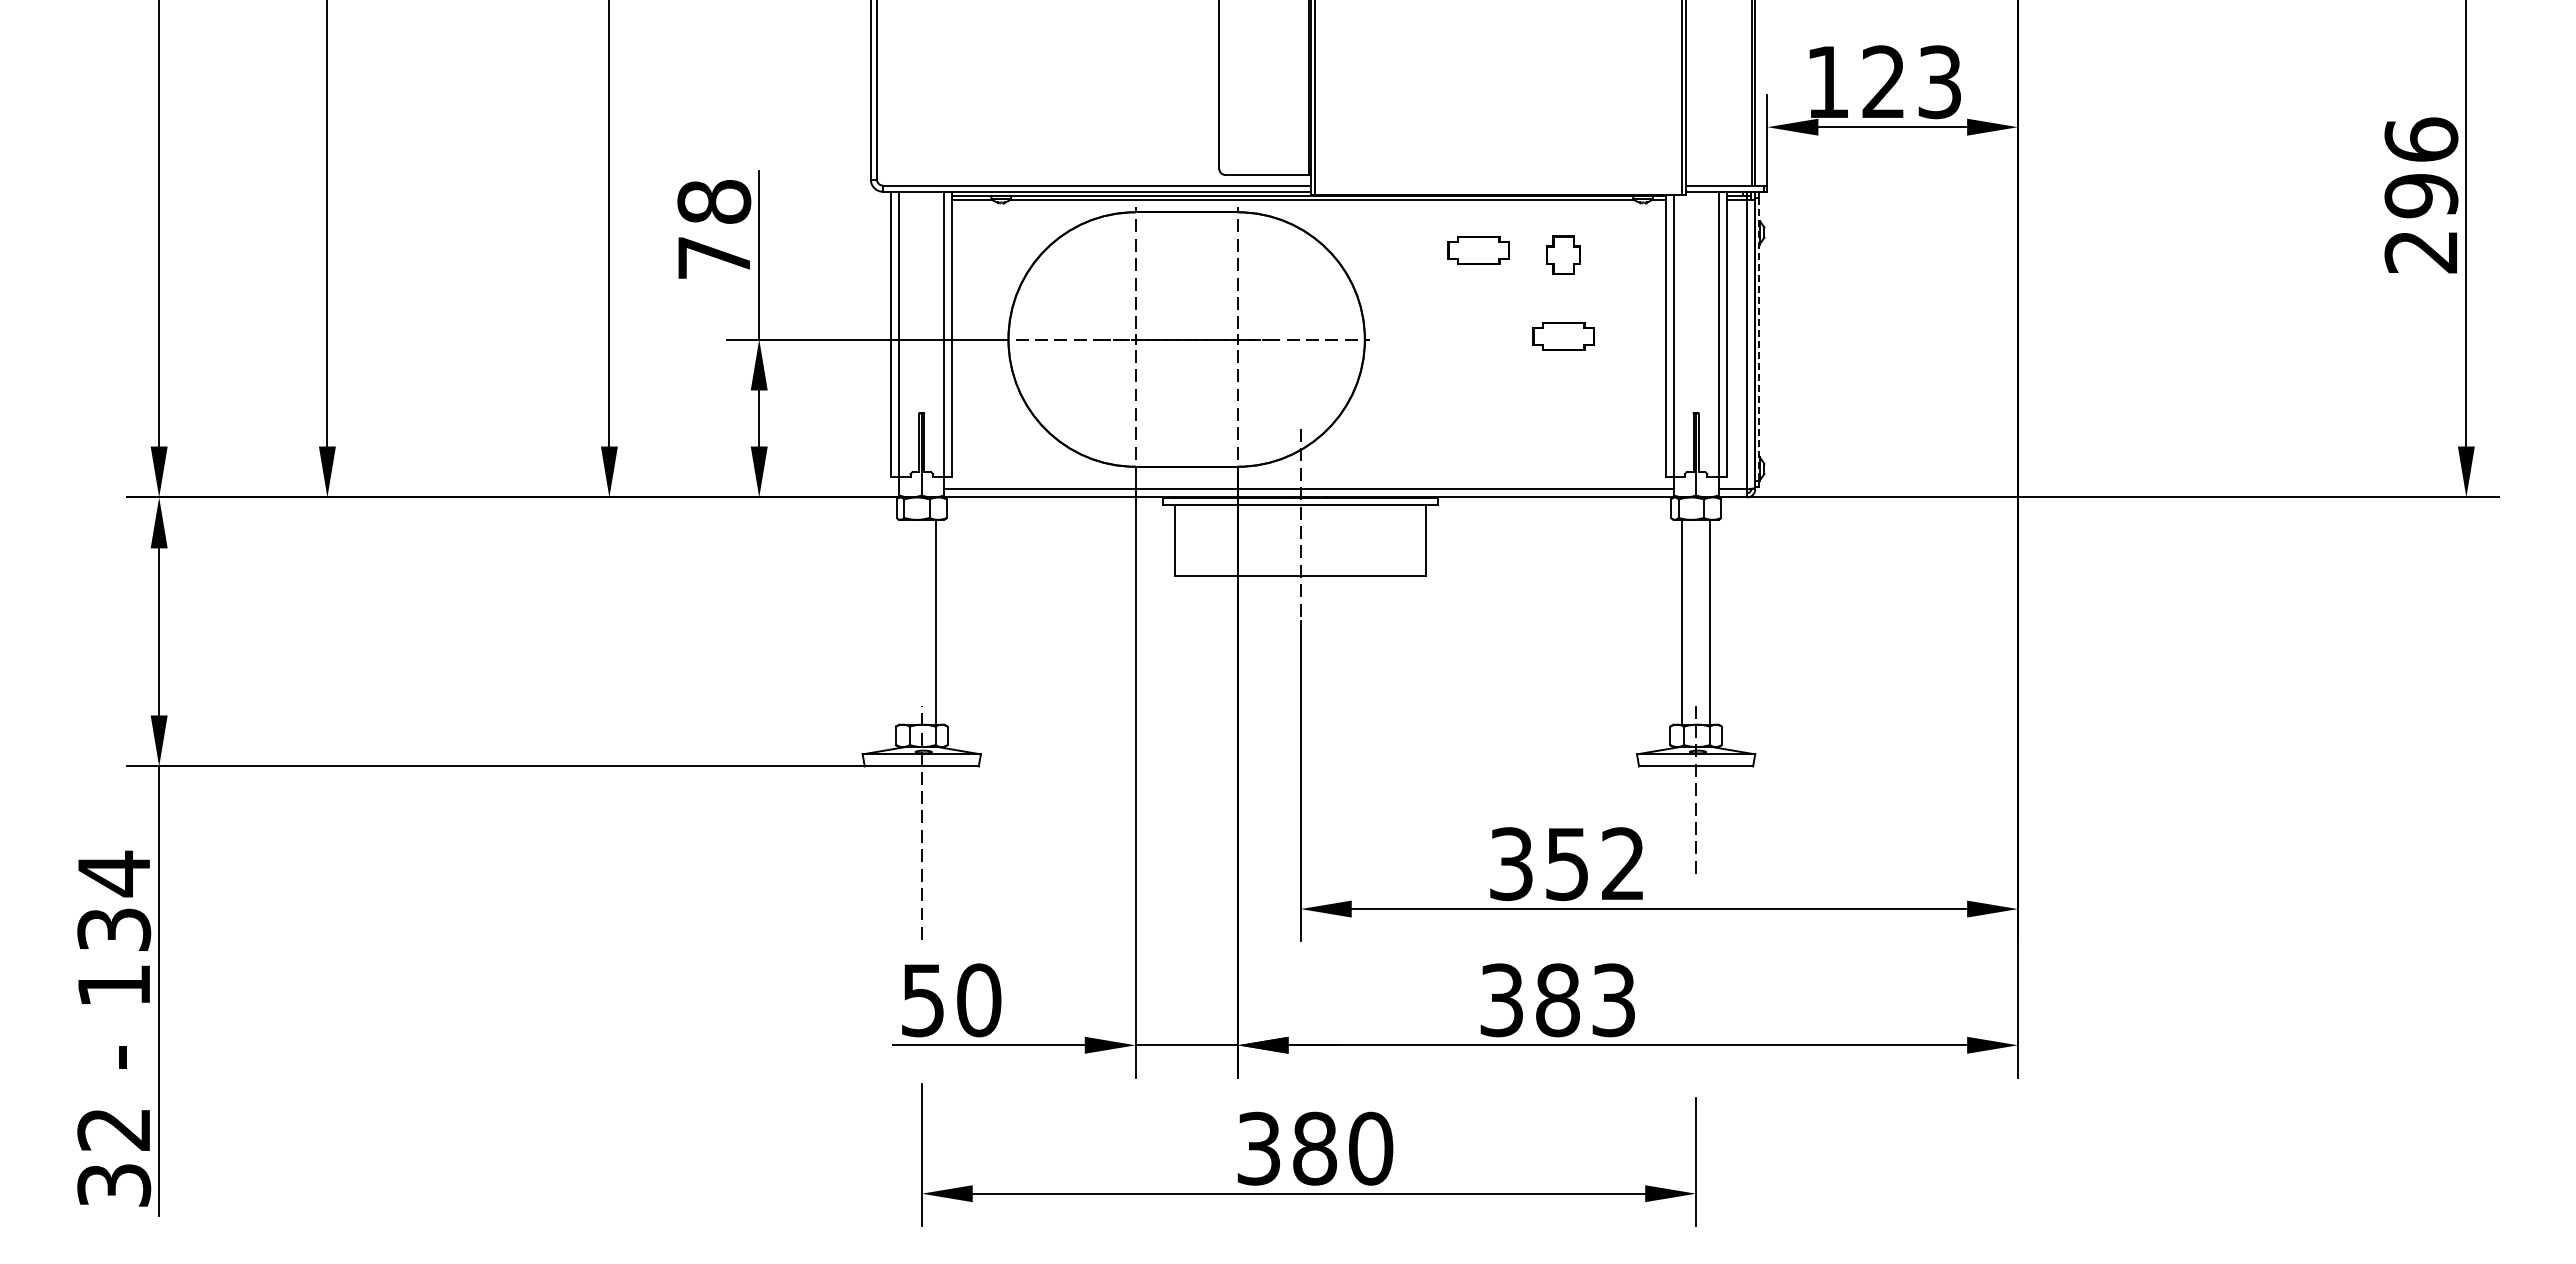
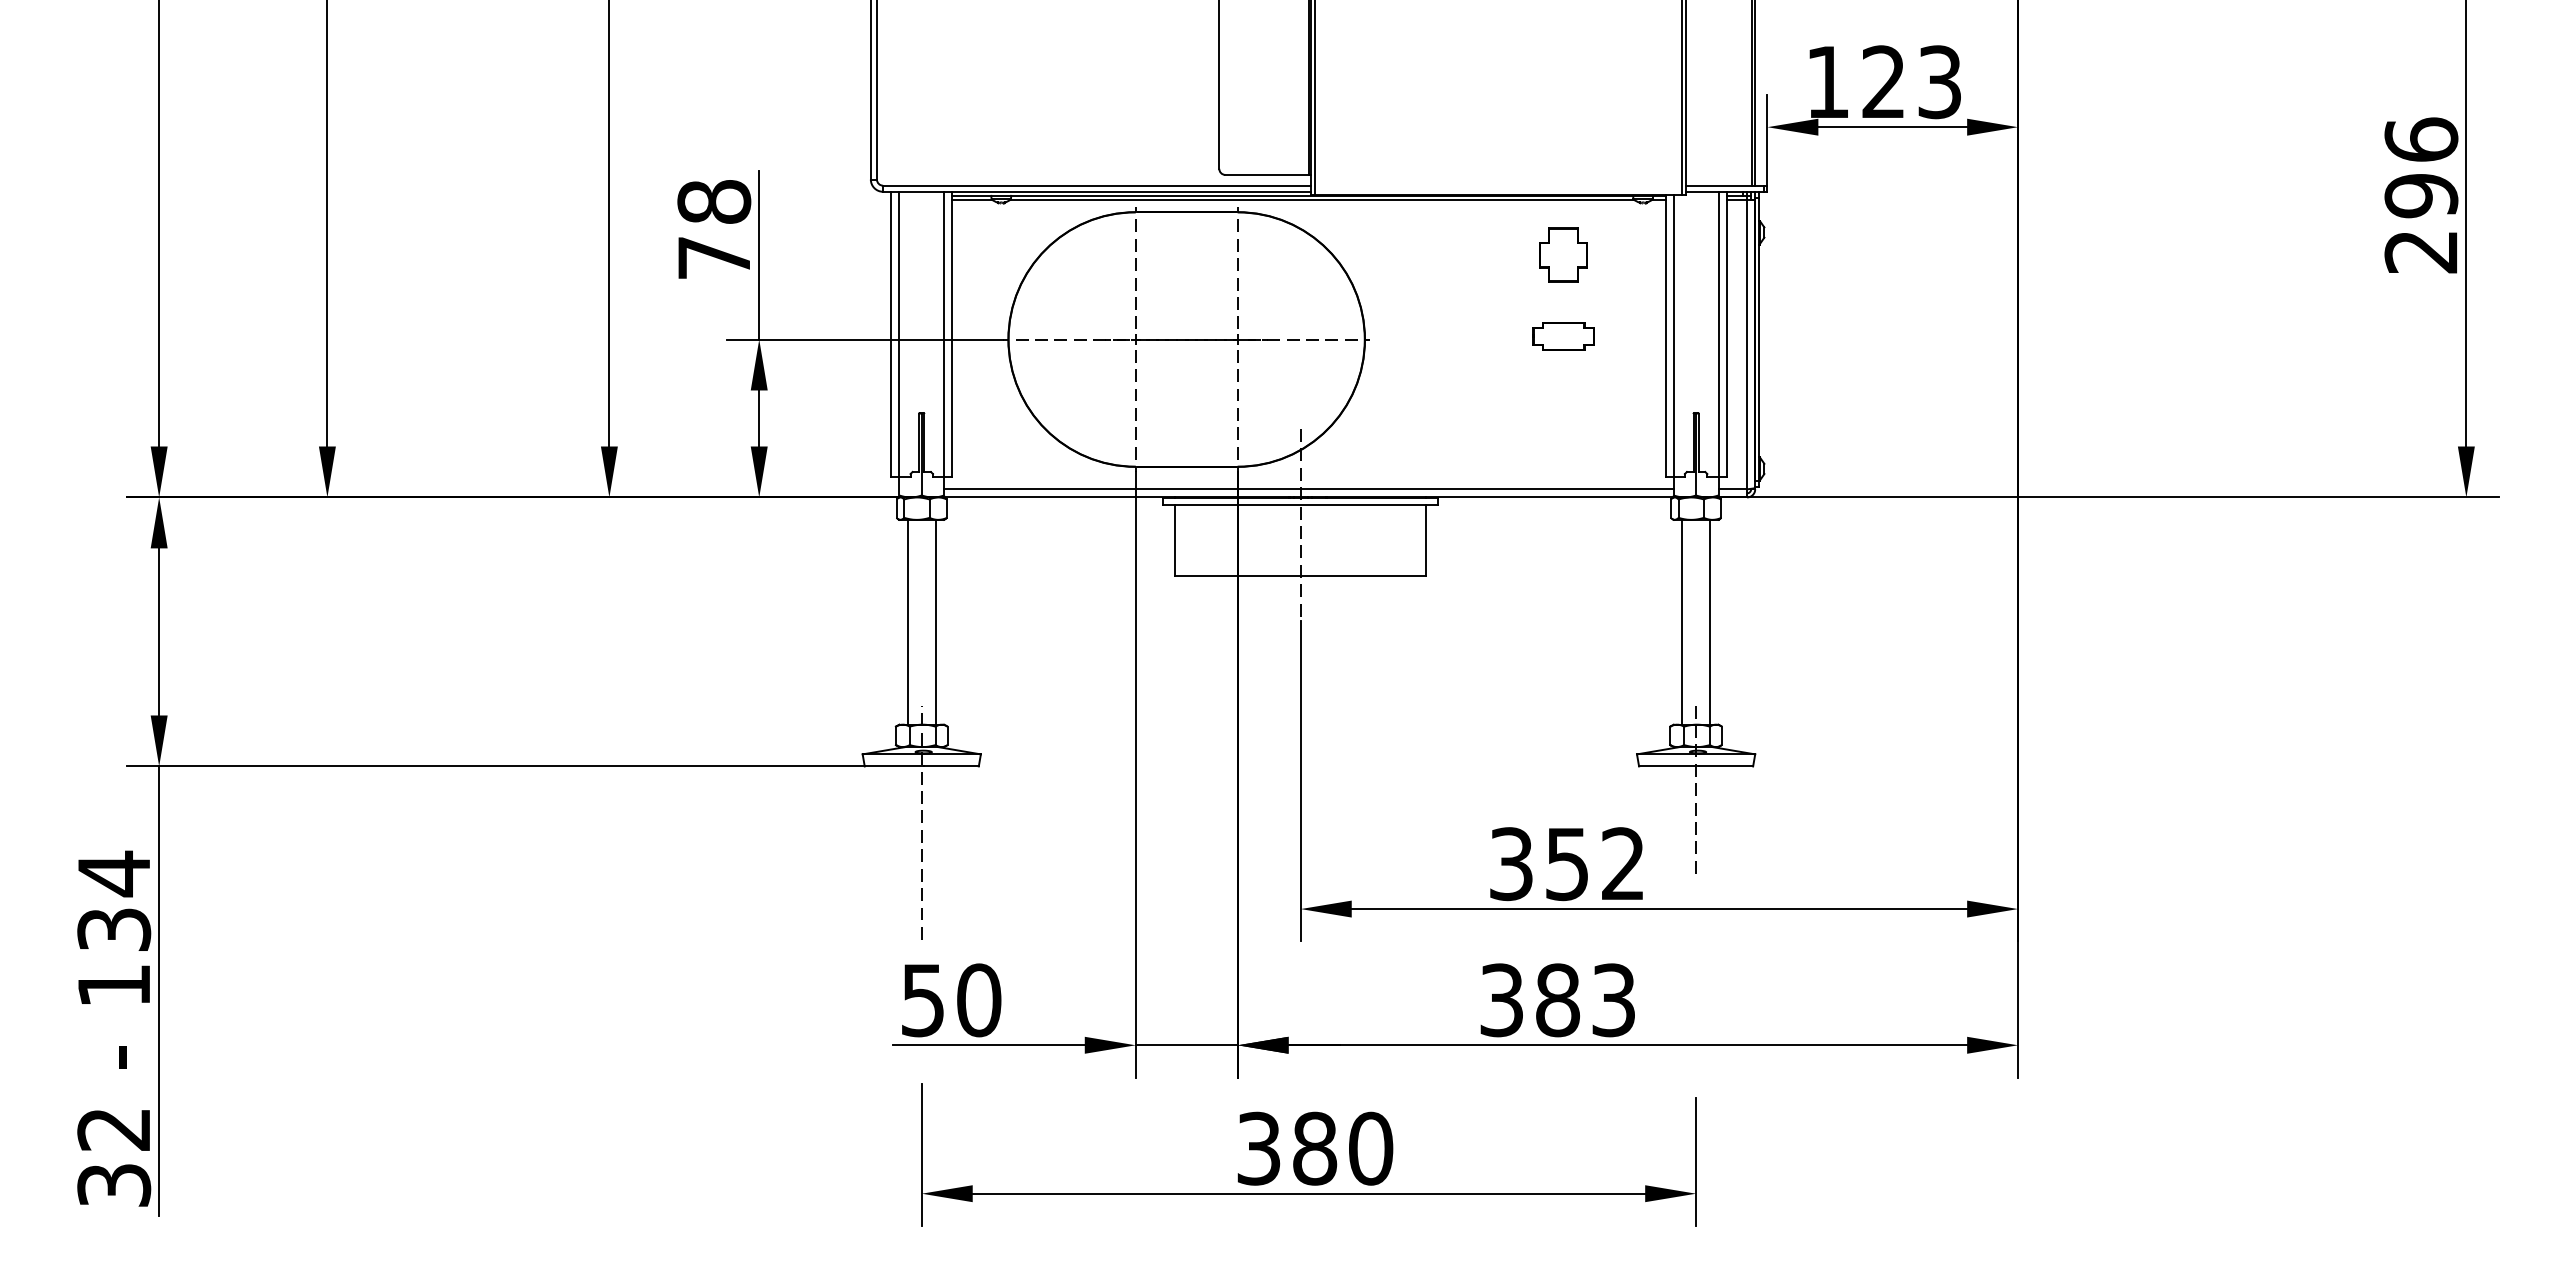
part at (1478, 250): present -> none
part at (1563, 254) size: 35x40 px -> 49x56 px
line at (1759, 339): dashed -> solid
line at (907, 621): none -> present
